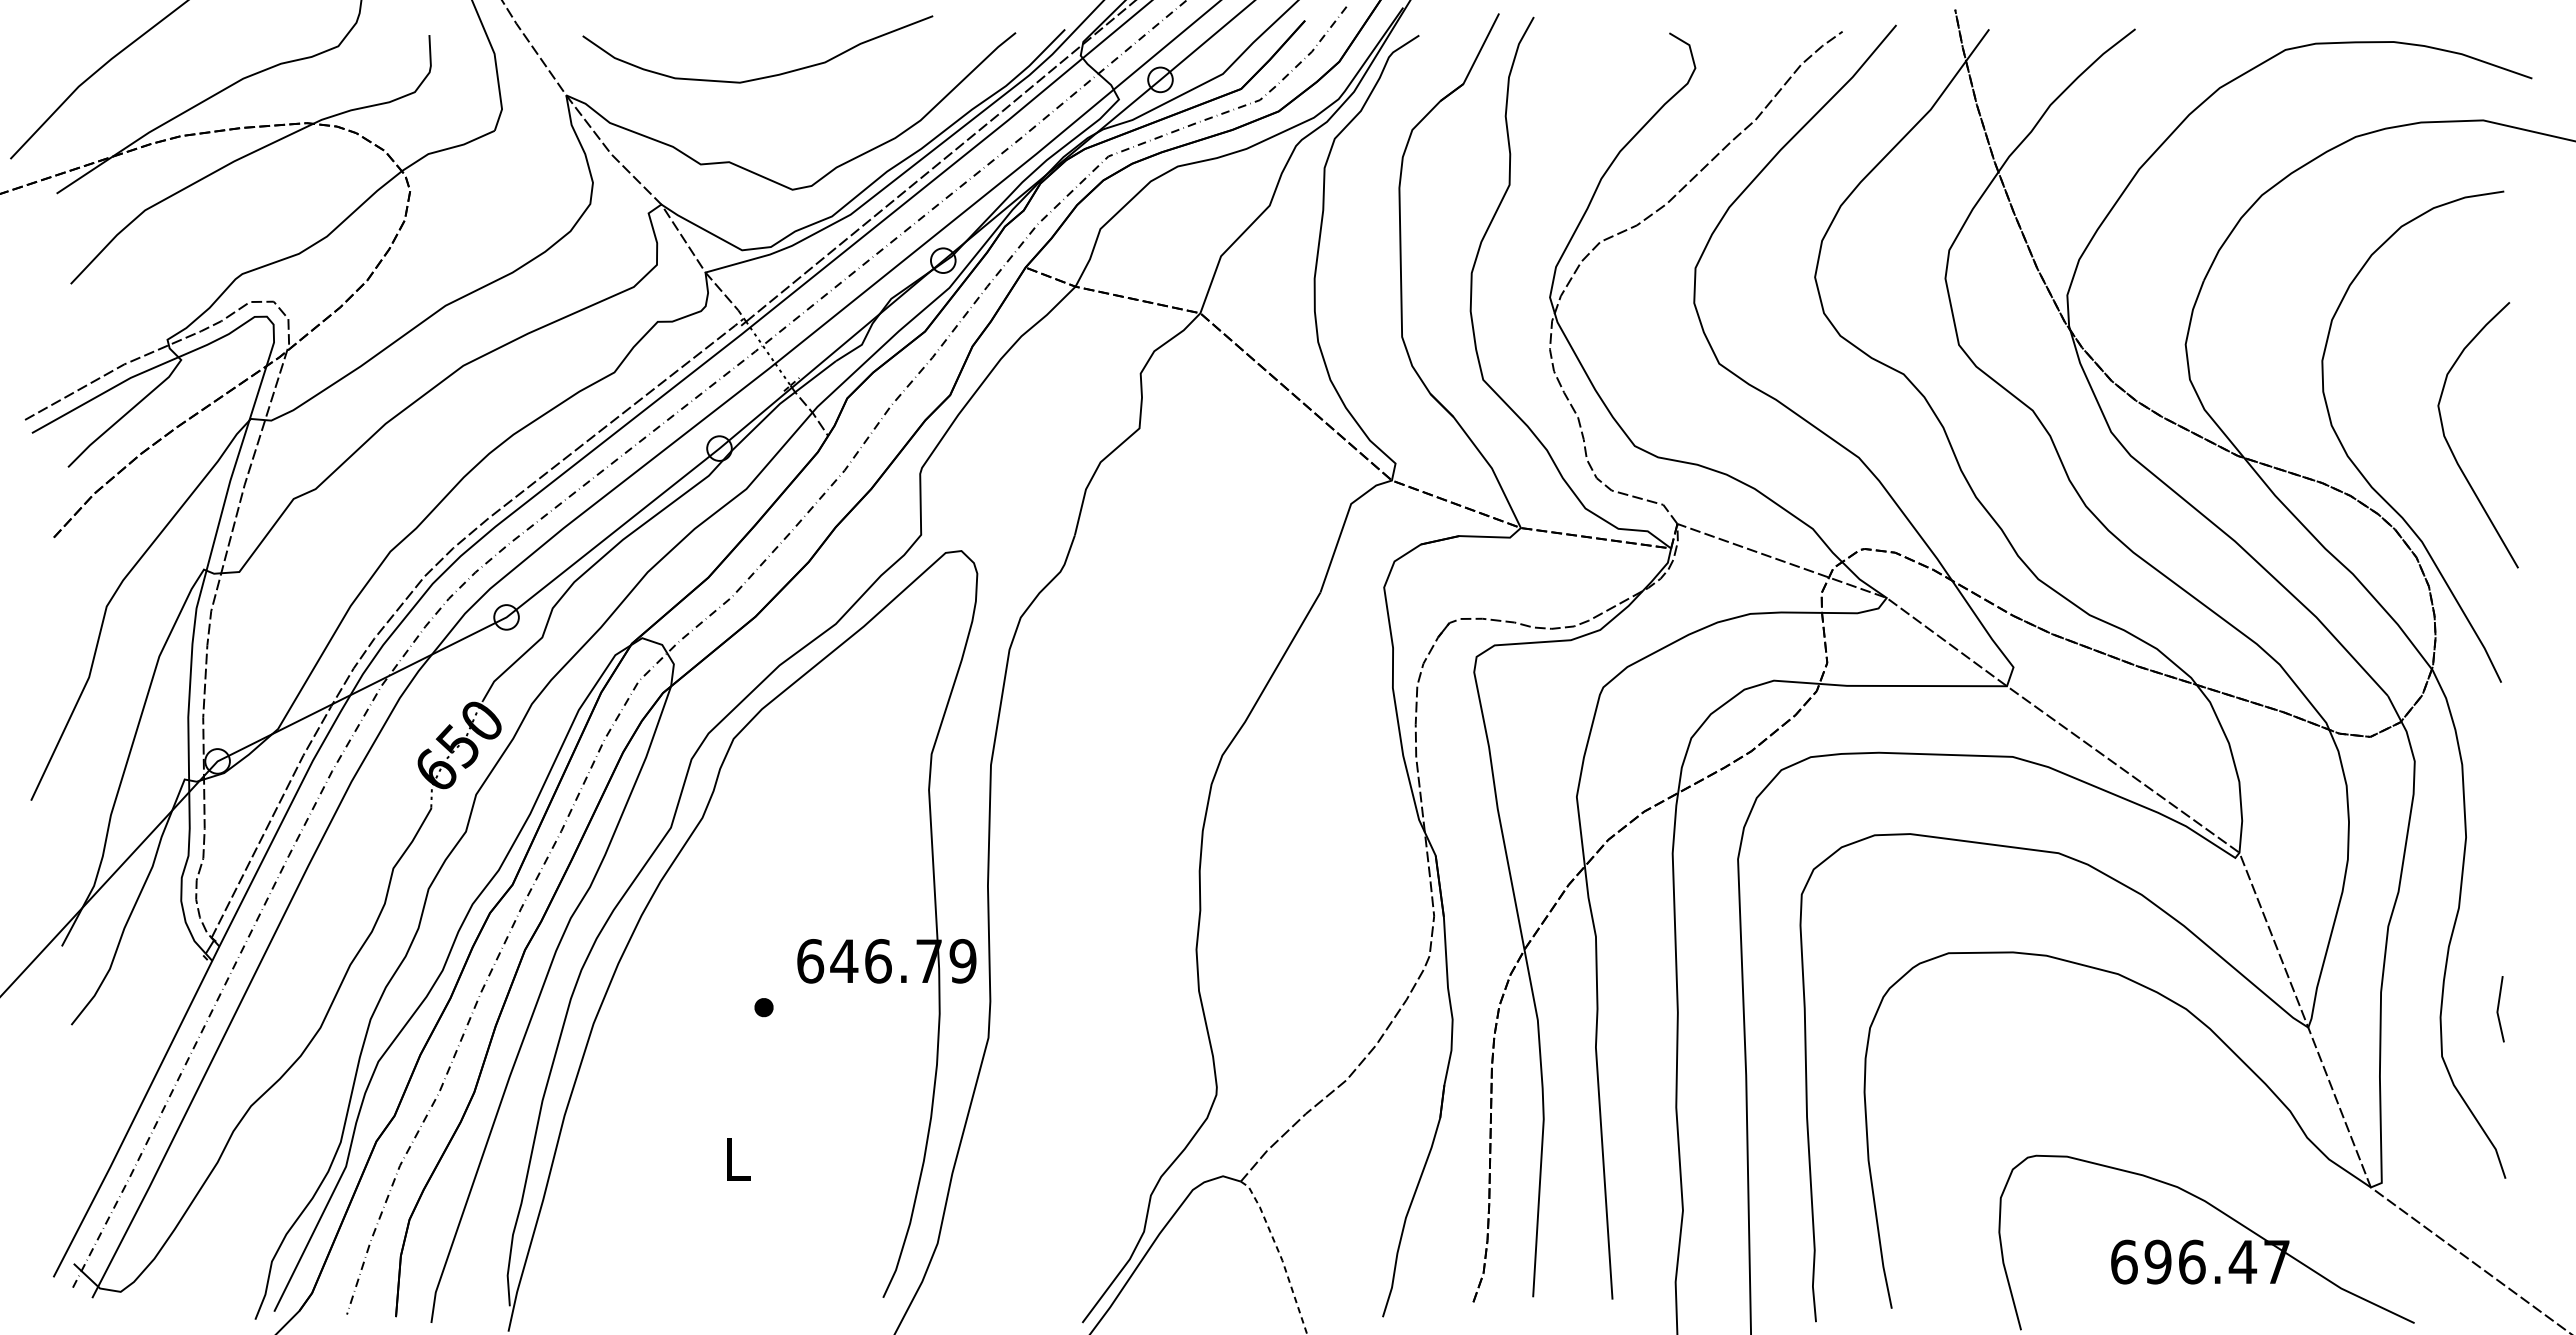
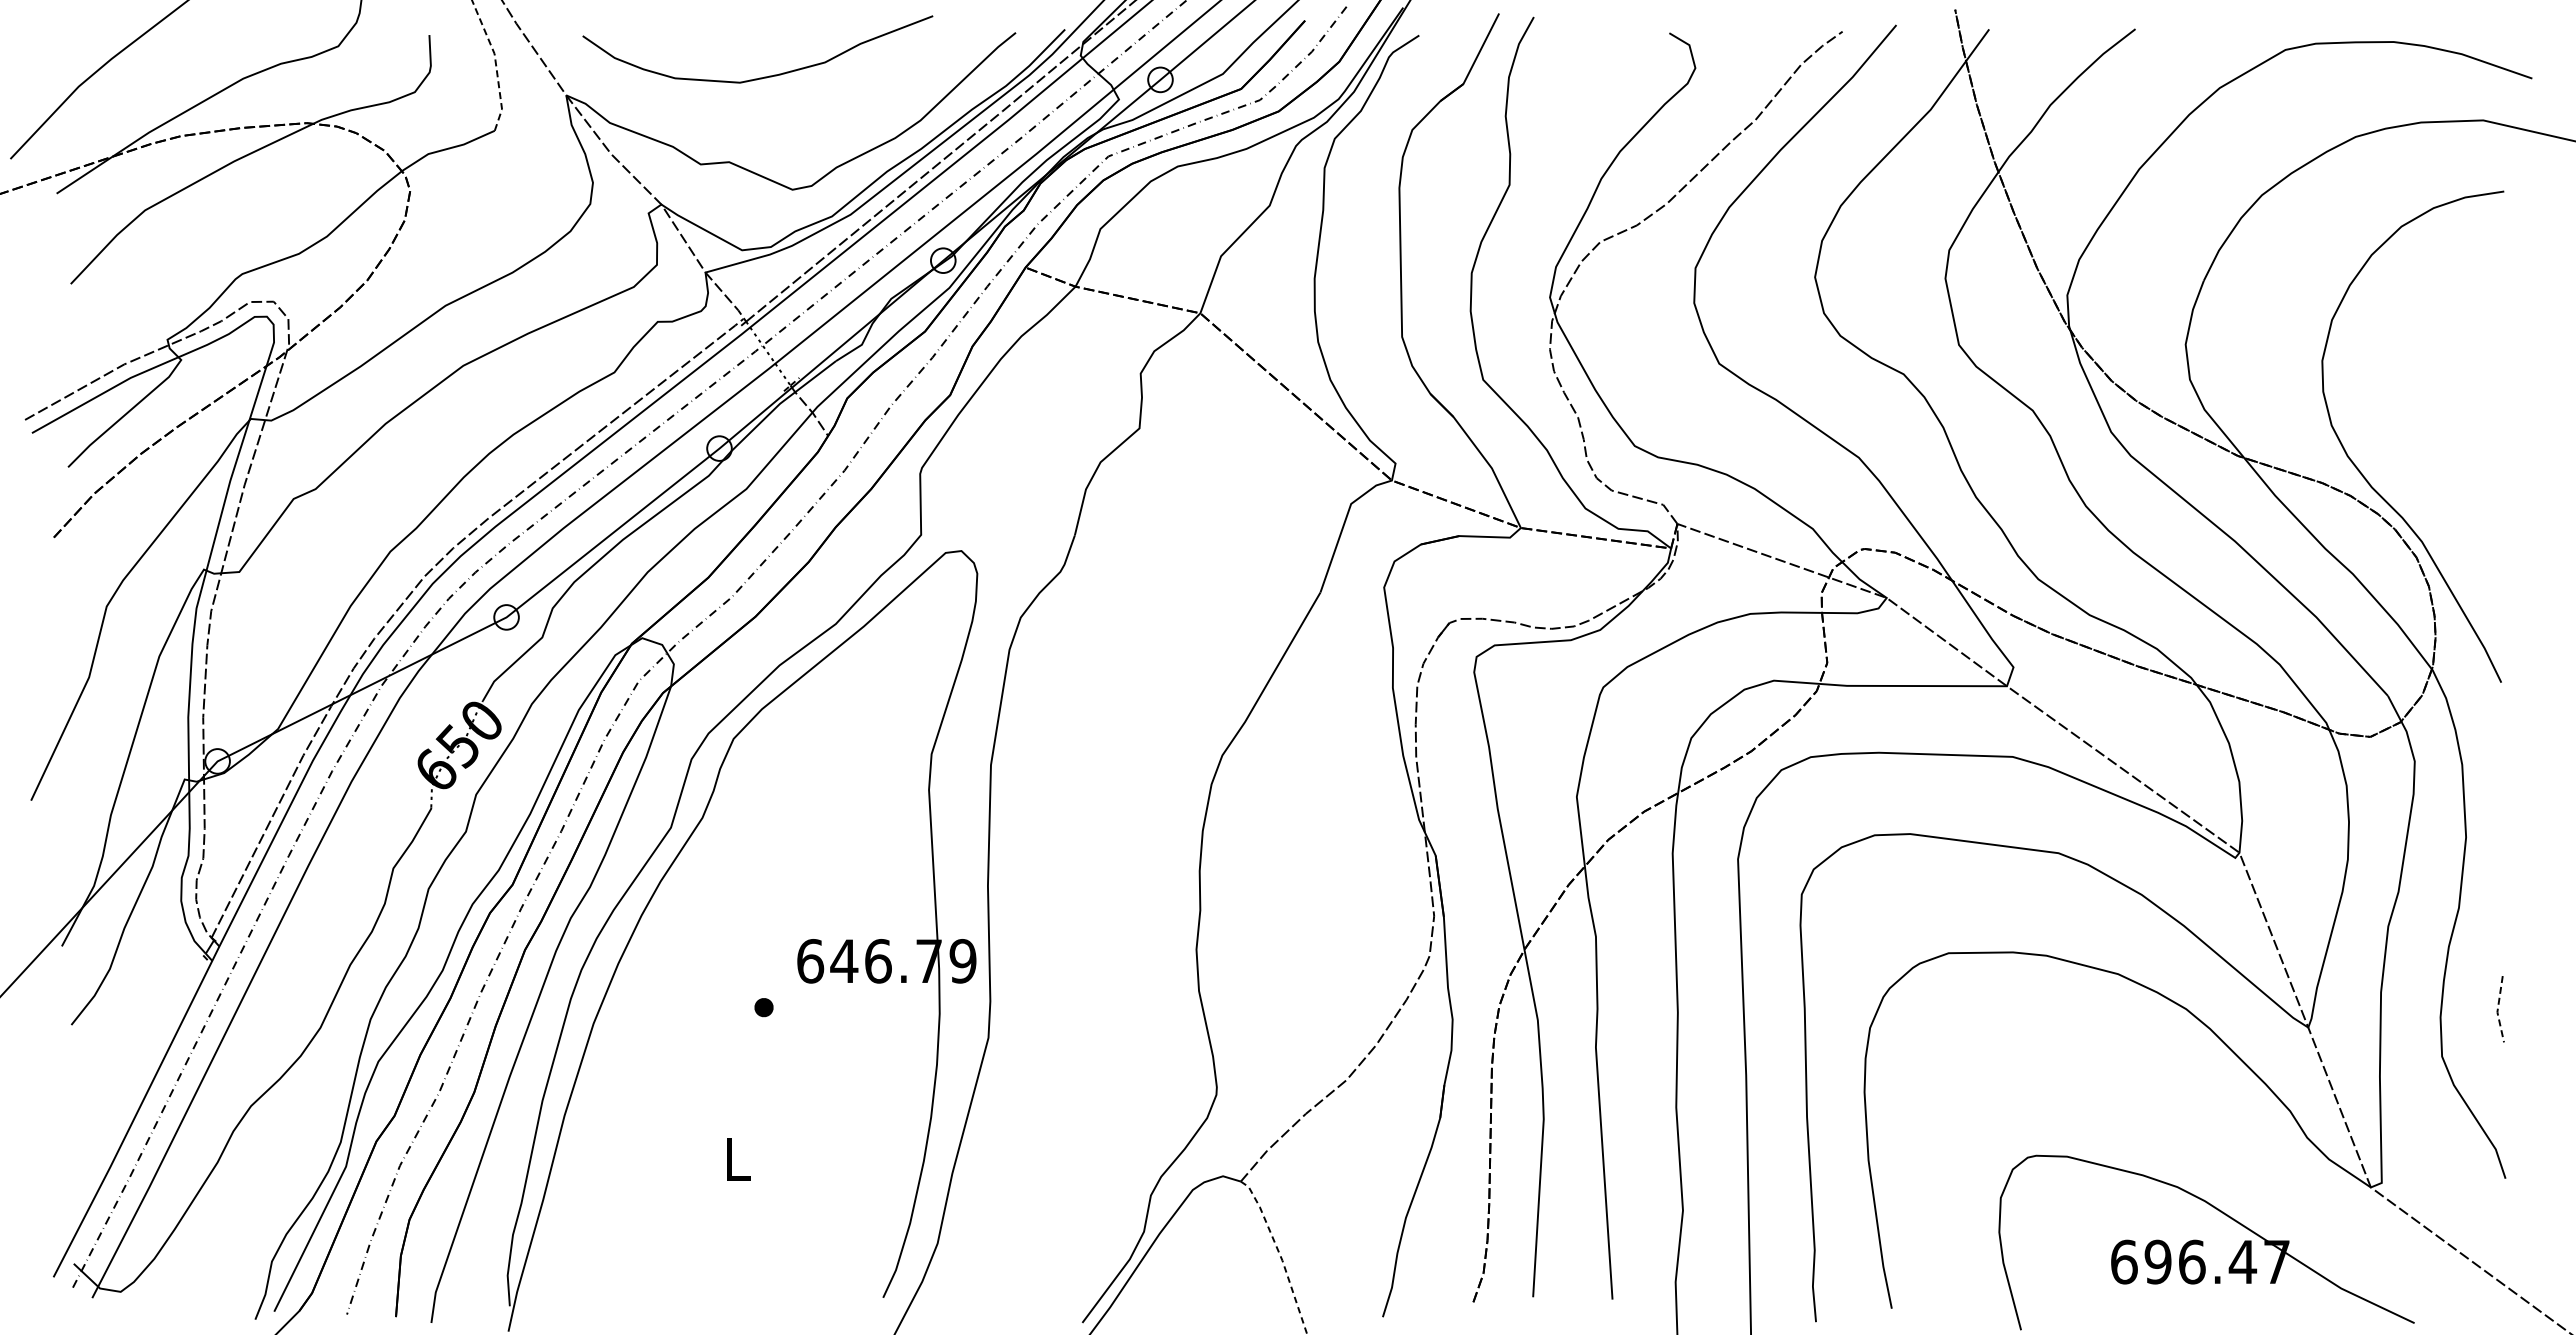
line at (495, 63): solid -> dashed
curve at (2451, 448): present -> none
line at (2497, 1010): solid -> dashed
